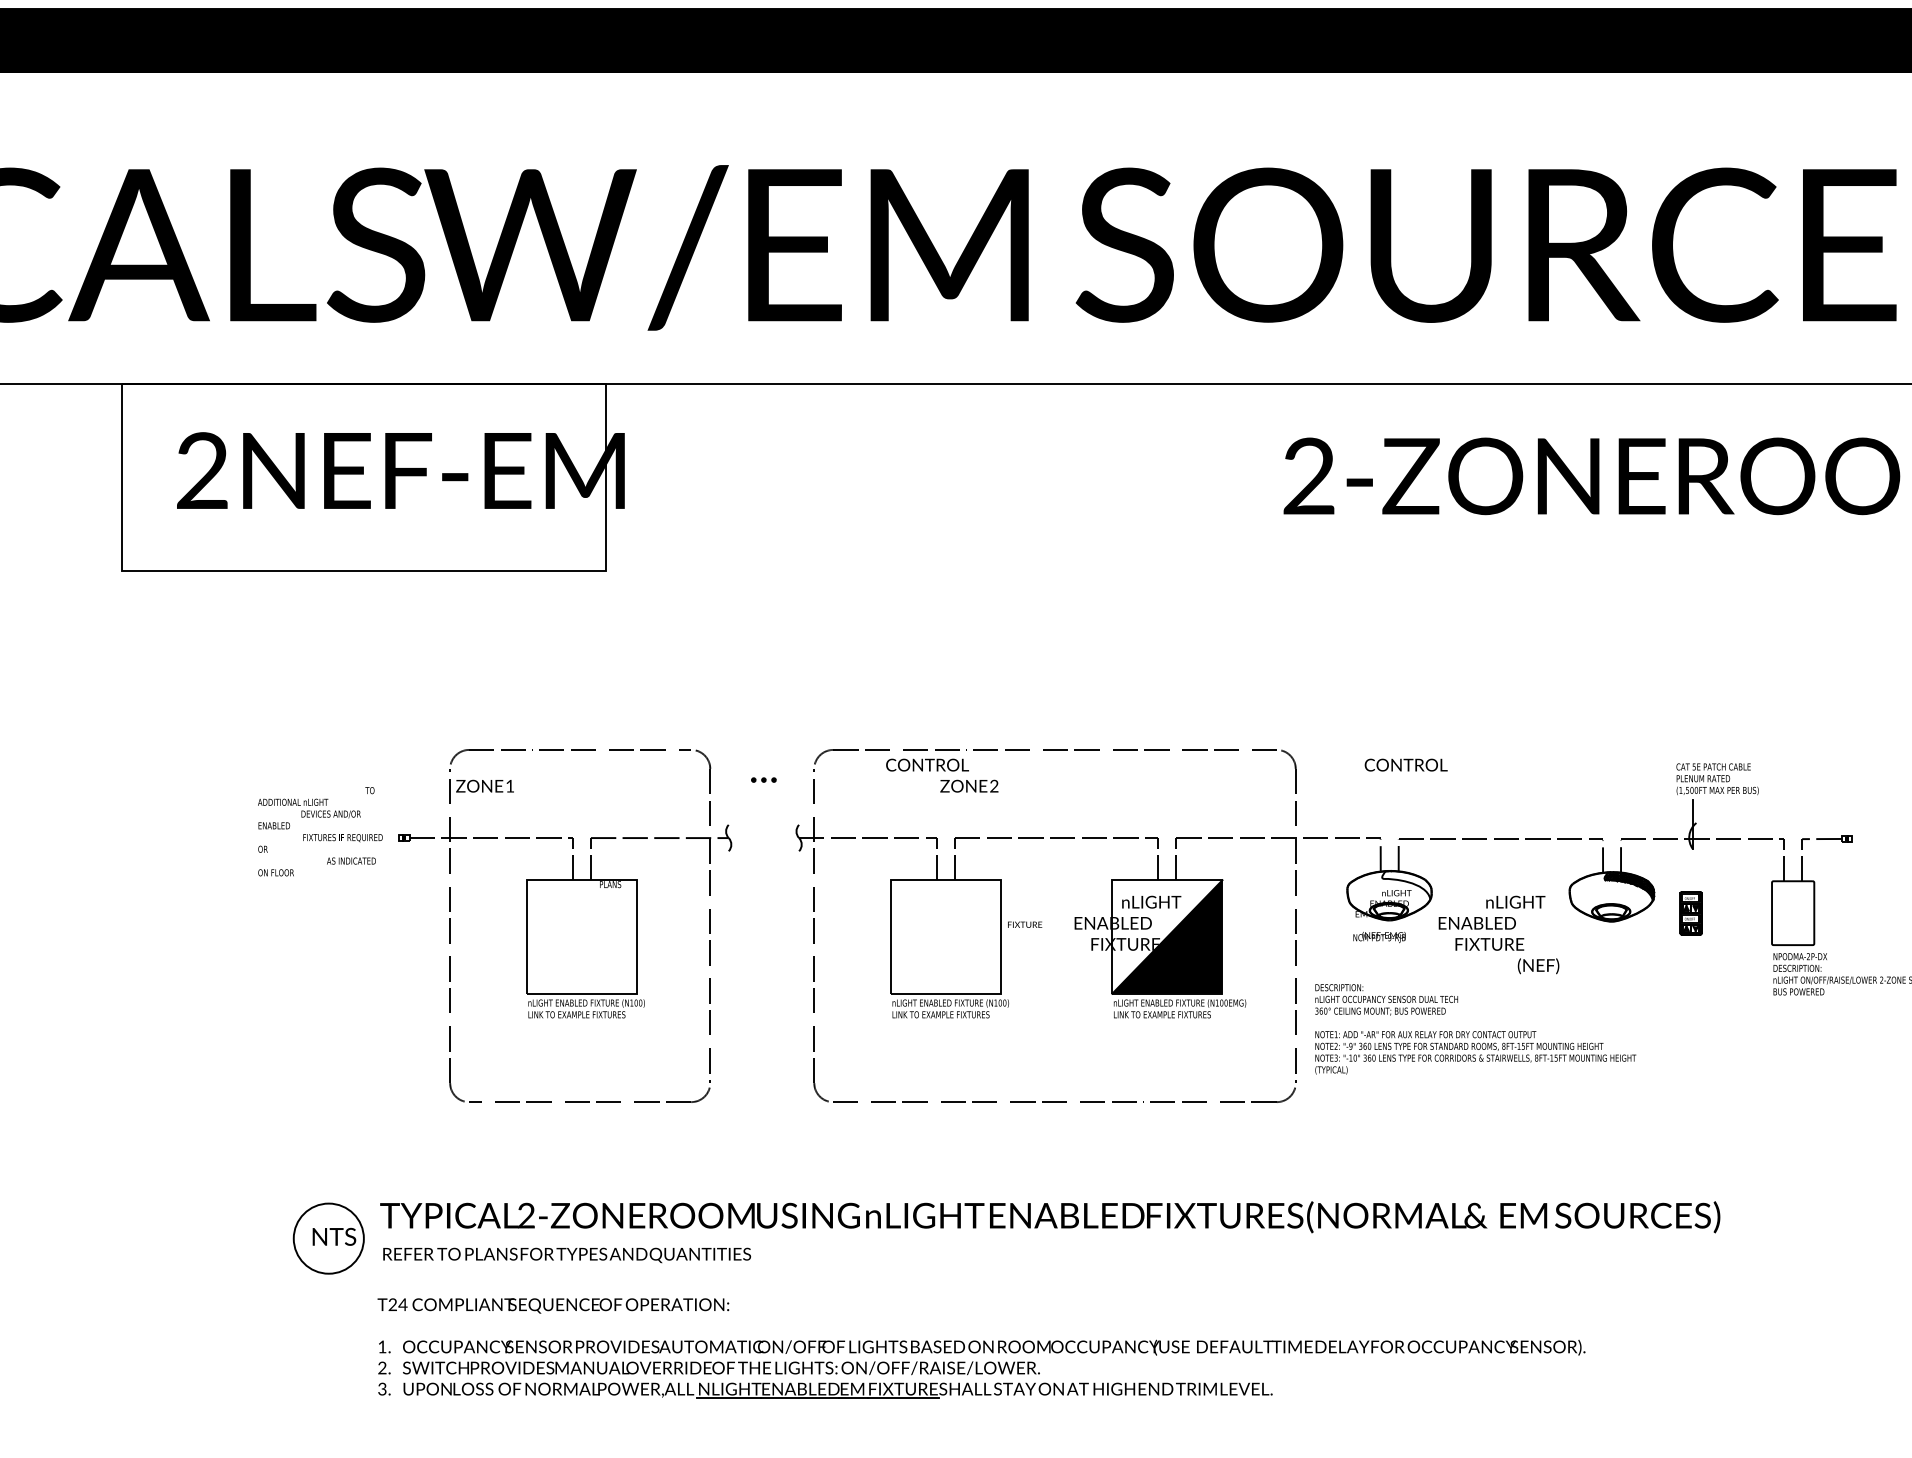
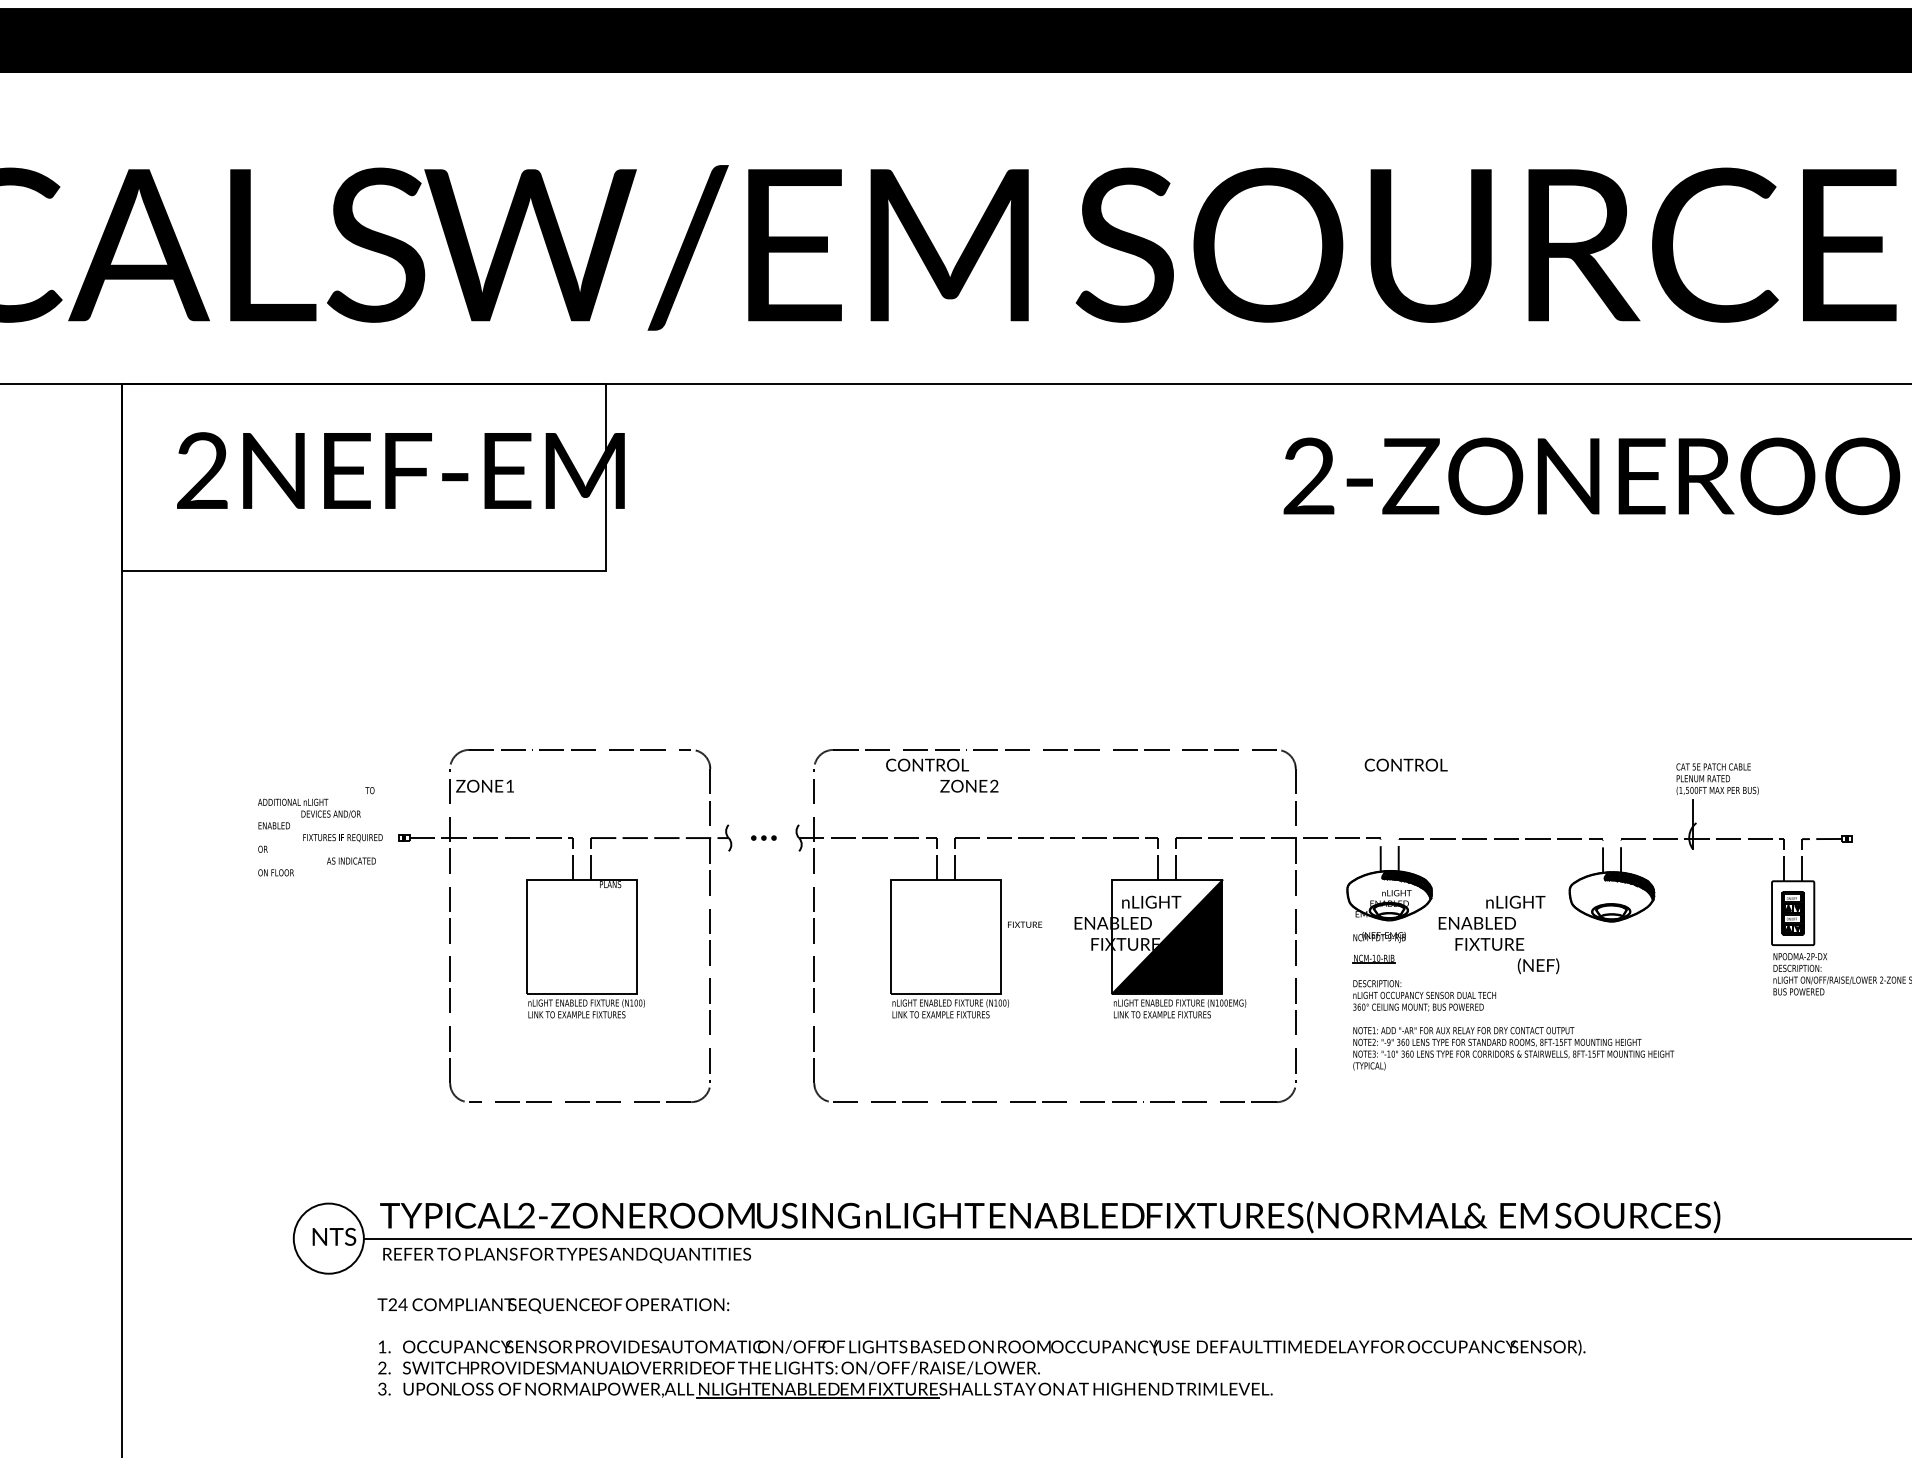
part at (763, 779) position: (763, 779) -> (763, 837)
hatch at (1406, 885): none -> present
part at (1690, 913) position: (1690, 913) -> (1792, 913)
line at (122, 918): none -> present
part at (1373, 958): none -> present
text at (1475, 1029) position: (1475, 1029) -> (1513, 1025)
line at (1135, 1238): none -> present
